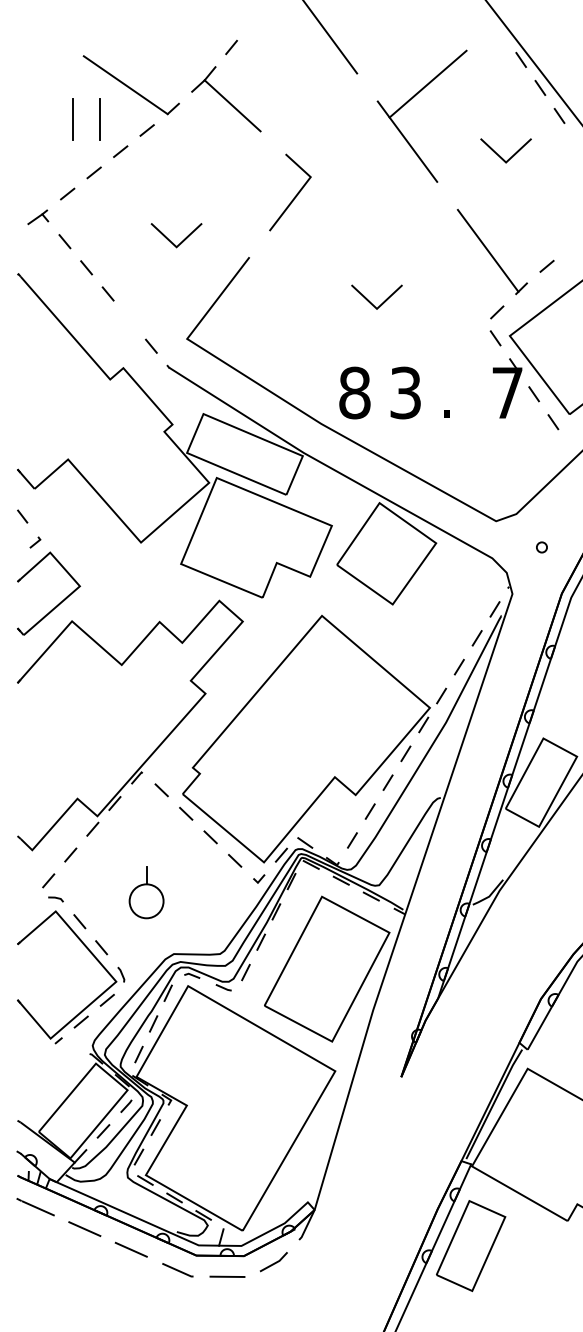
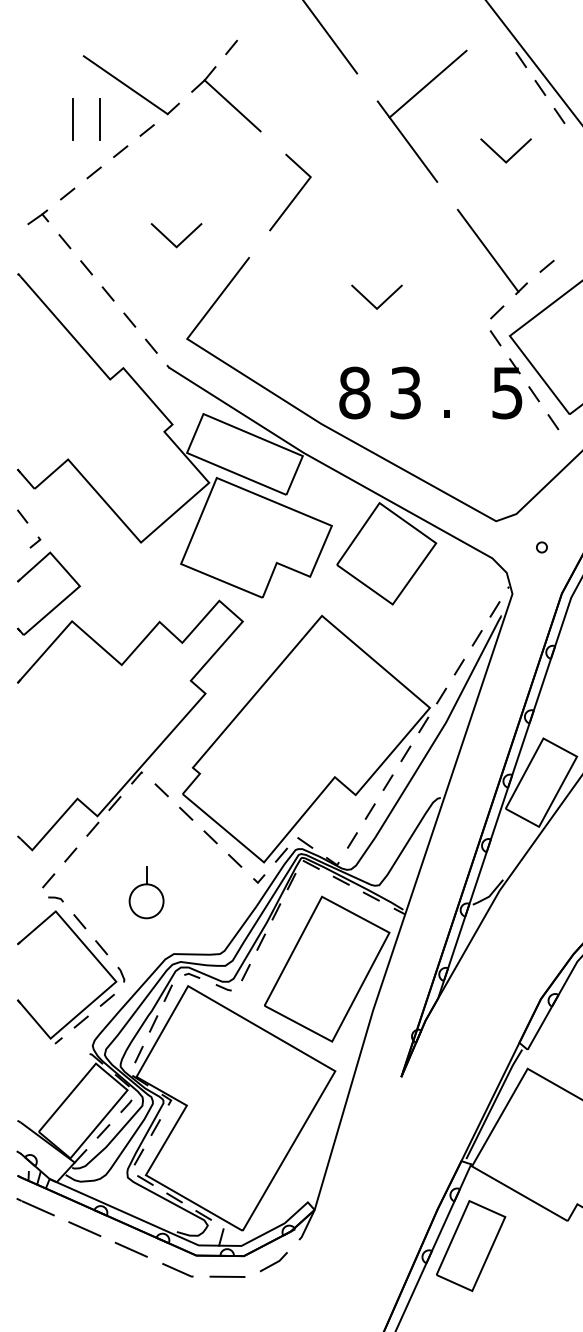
line at (129, 319): none -> present
text at (507, 393): 7 -> 5
